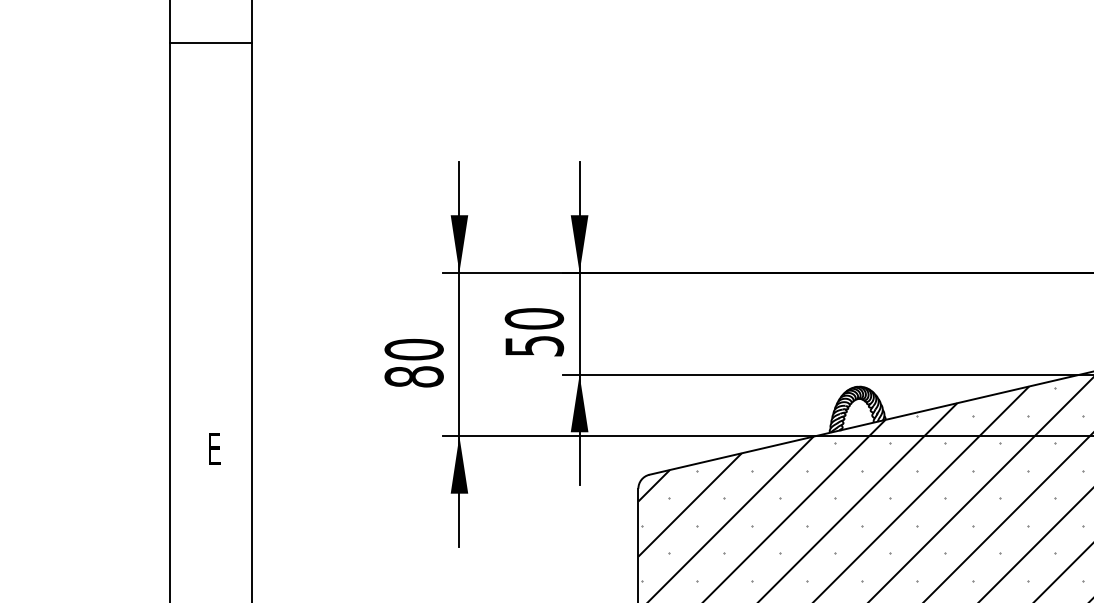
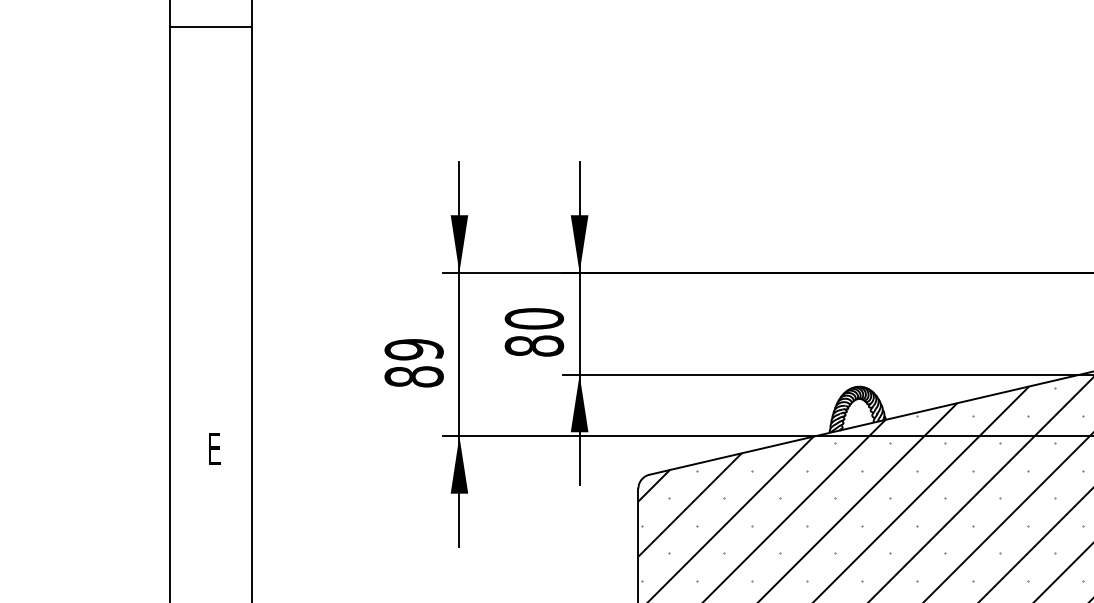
line at (211, 43) position: (211, 43) -> (211, 27)
text at (534, 345): 50 -> 80
text at (413, 349): 80 -> 89
